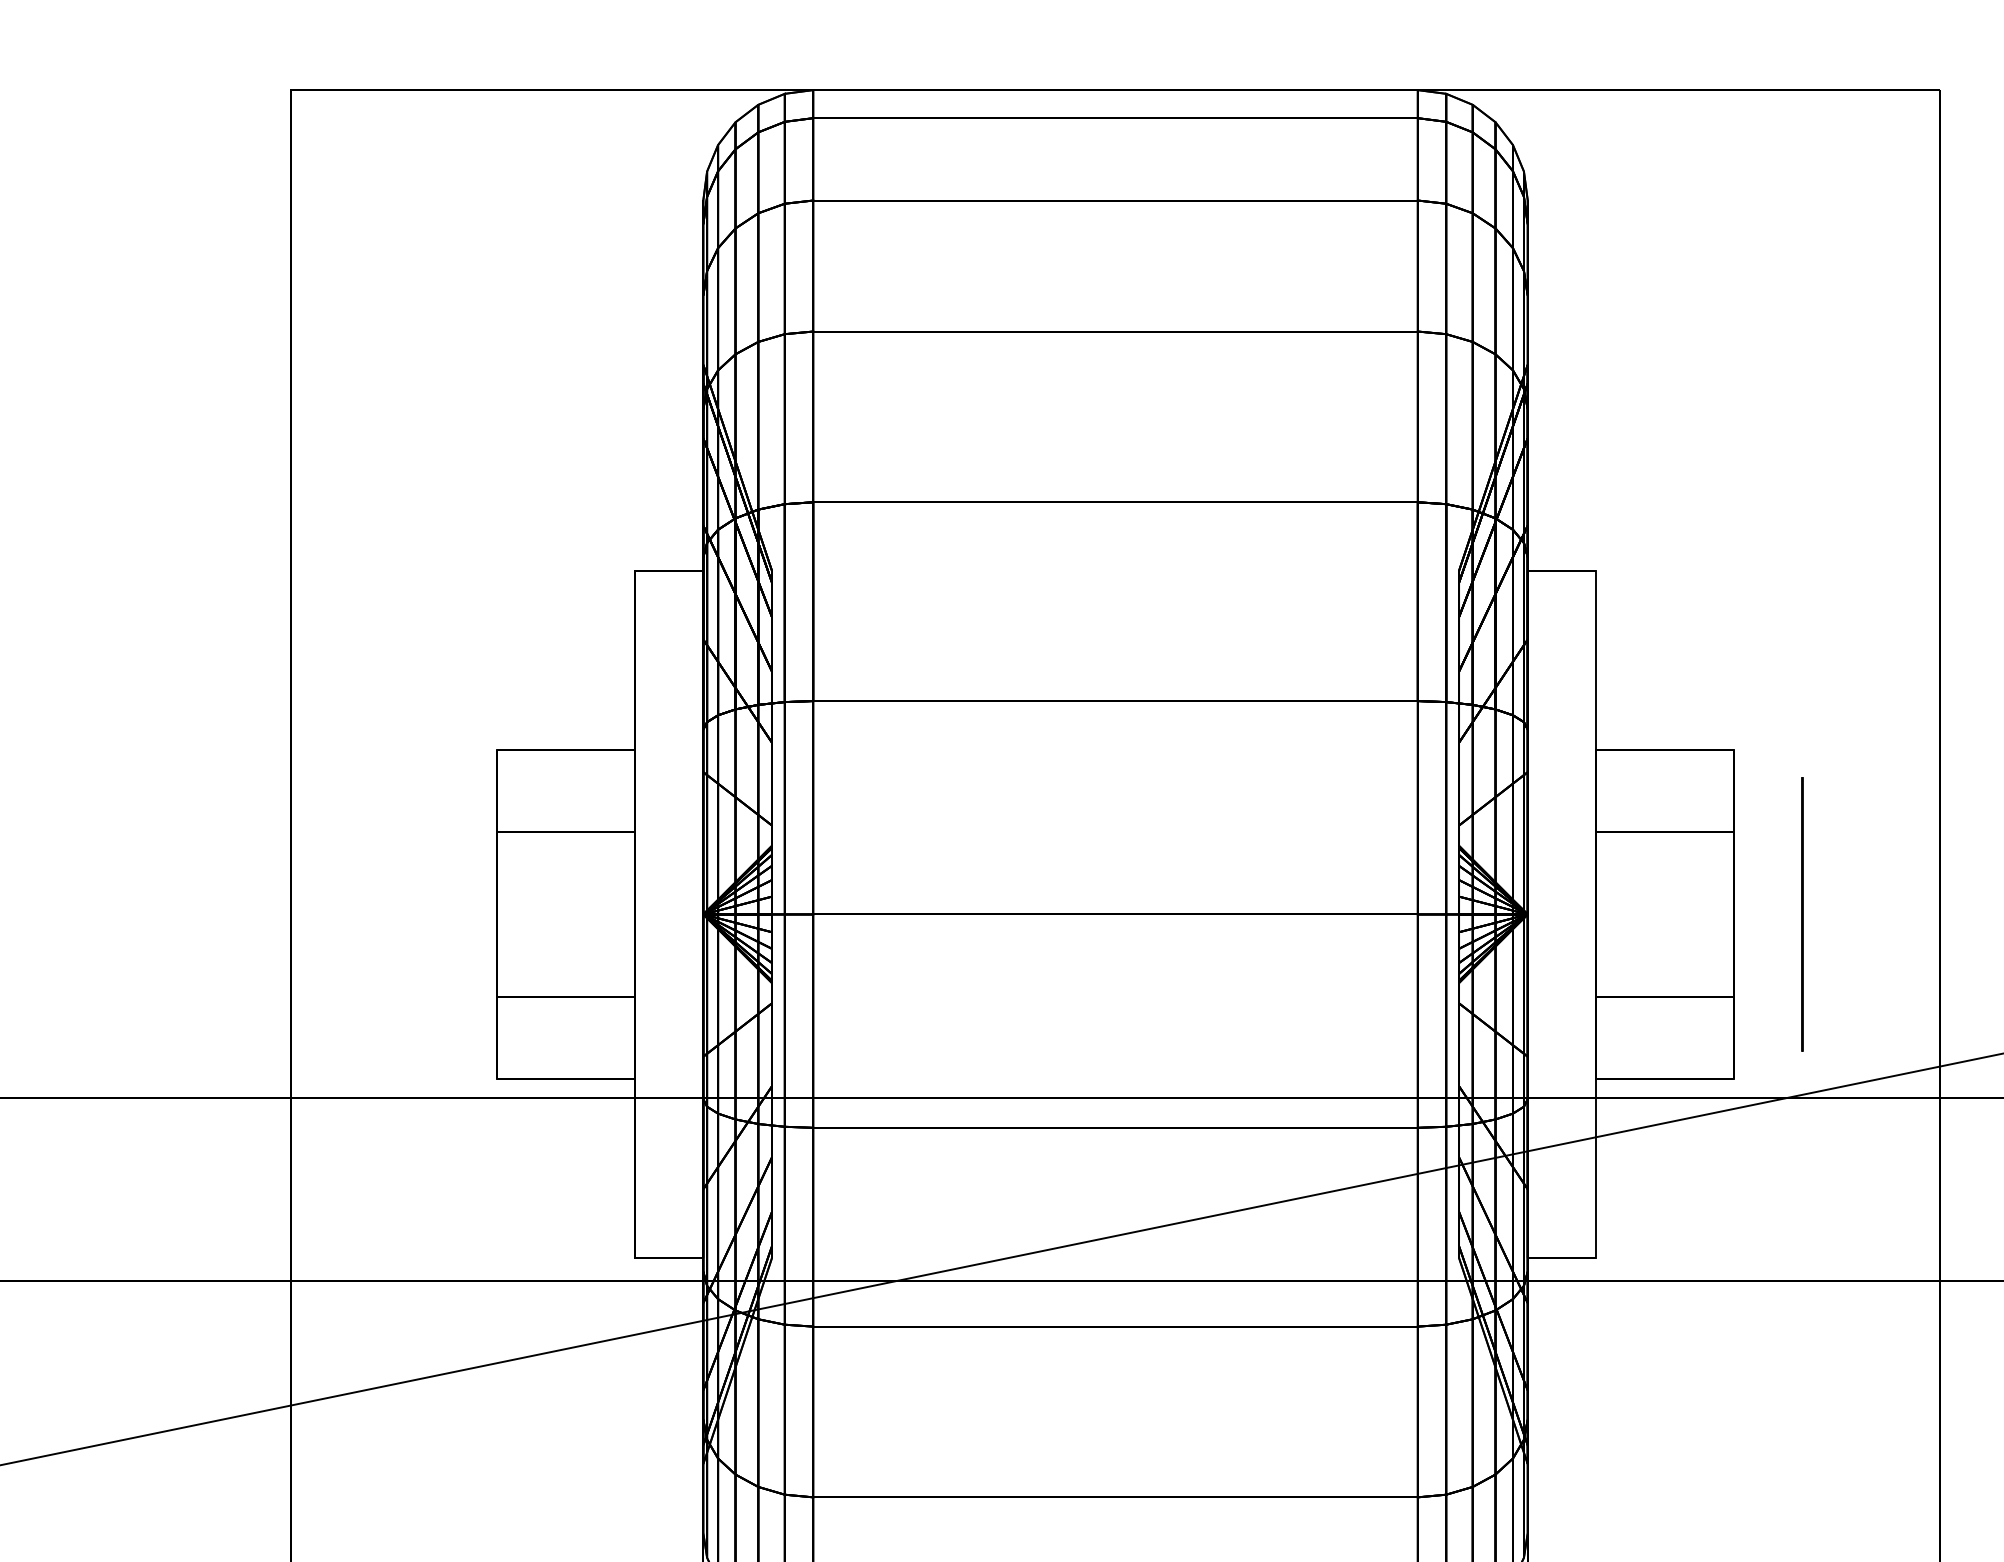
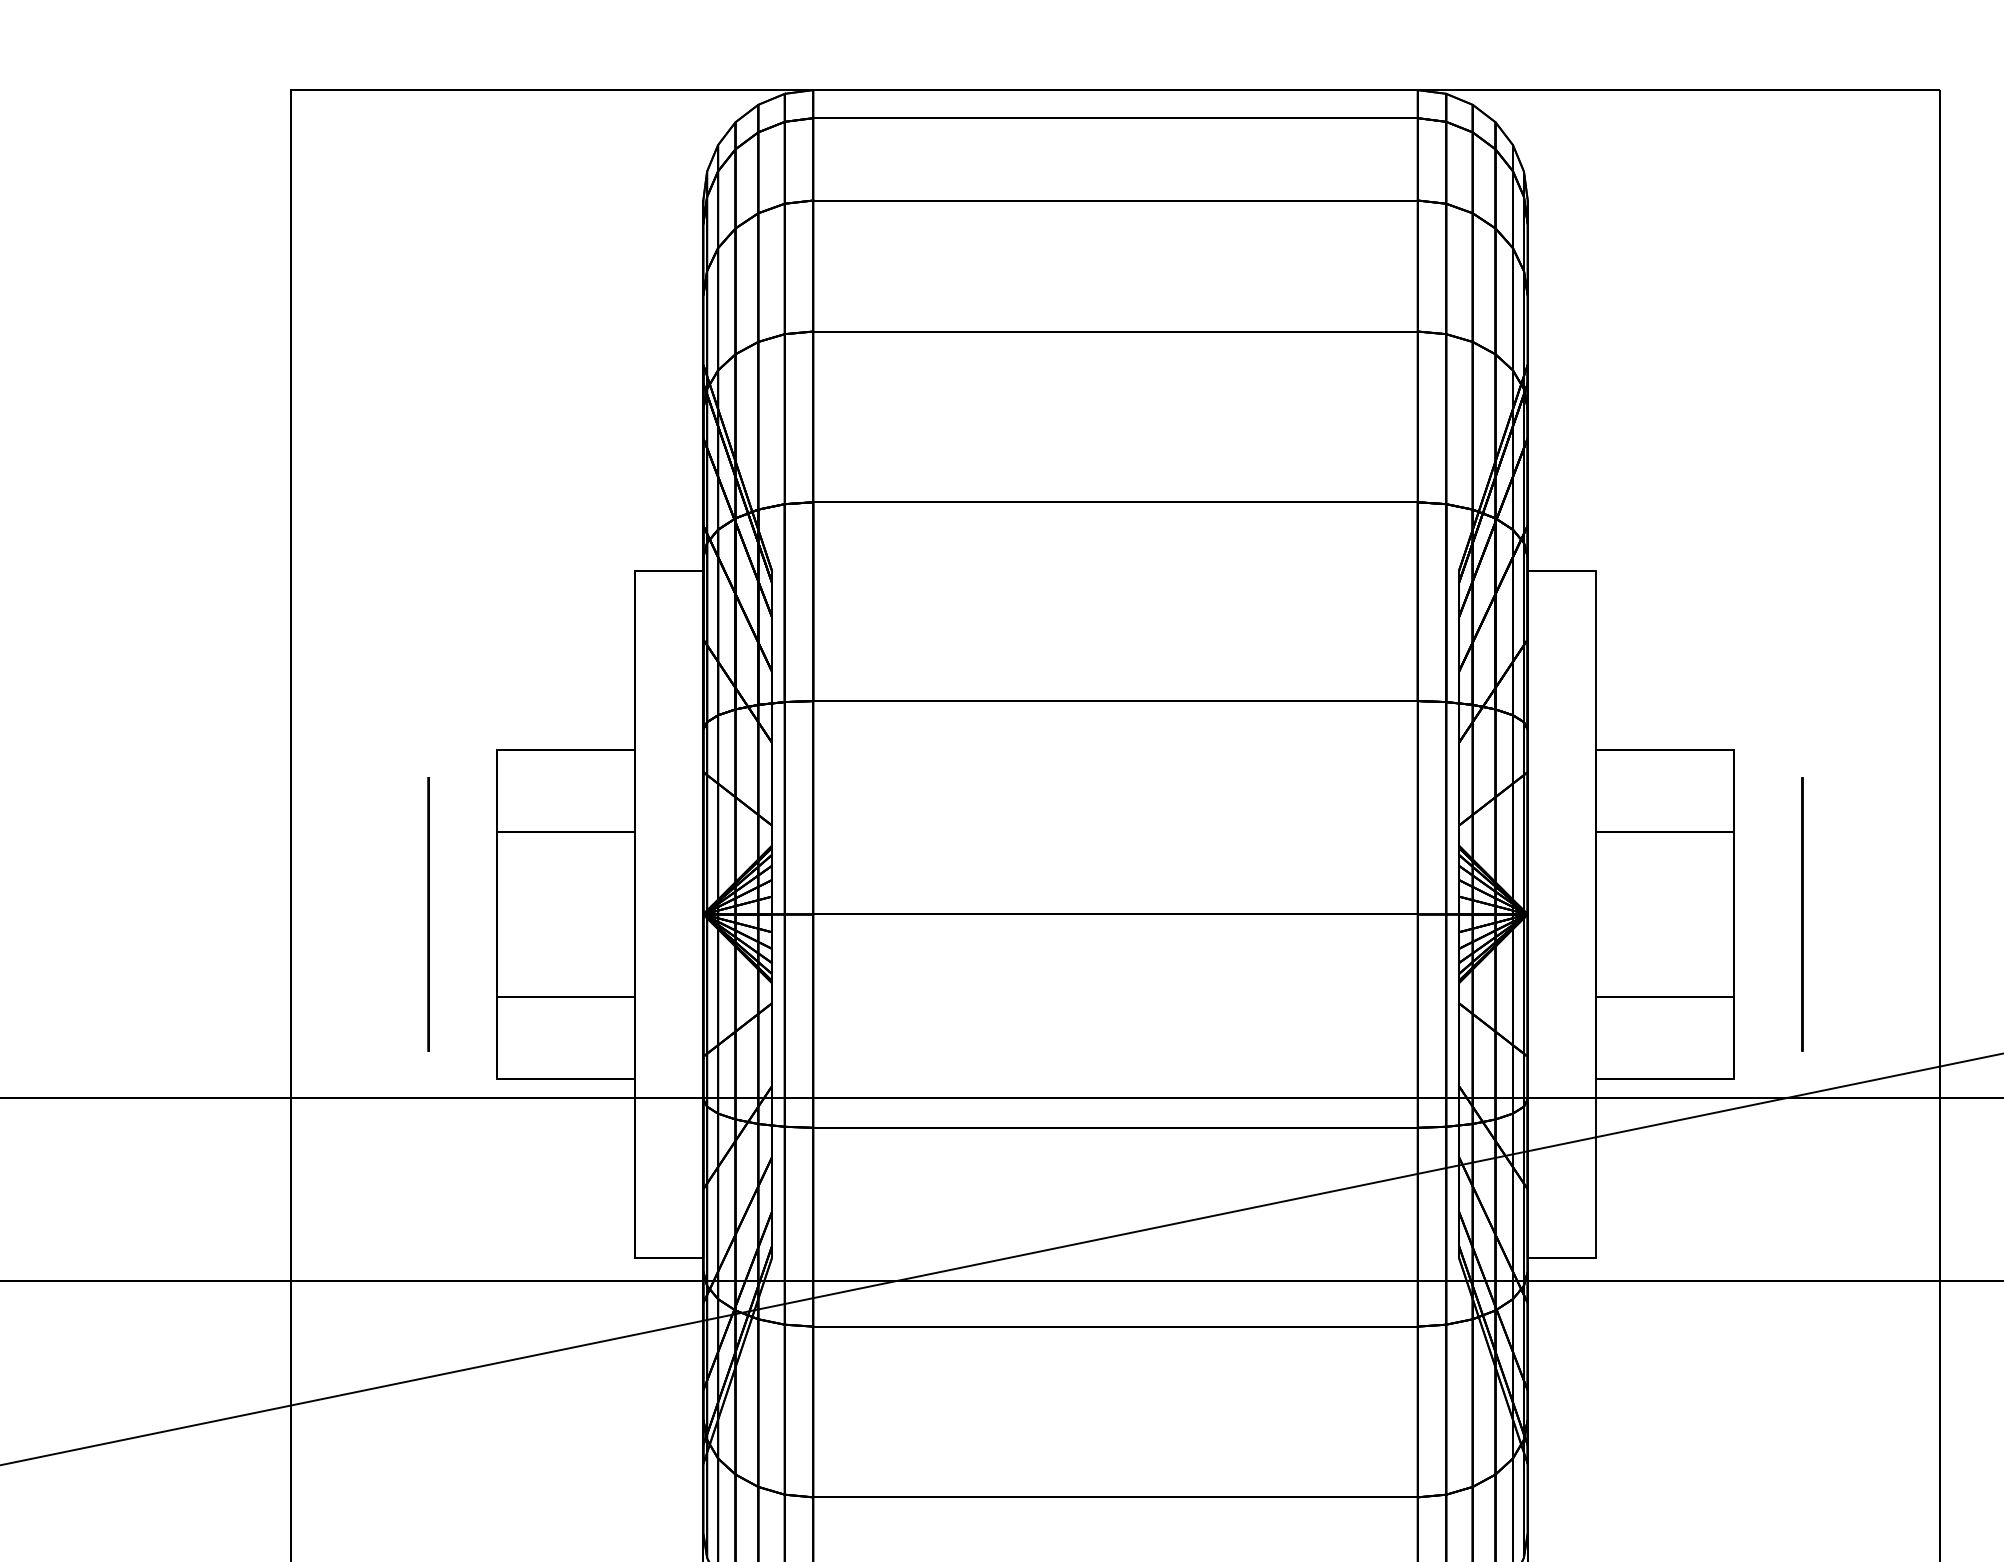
circle at (428, 914): none -> present
